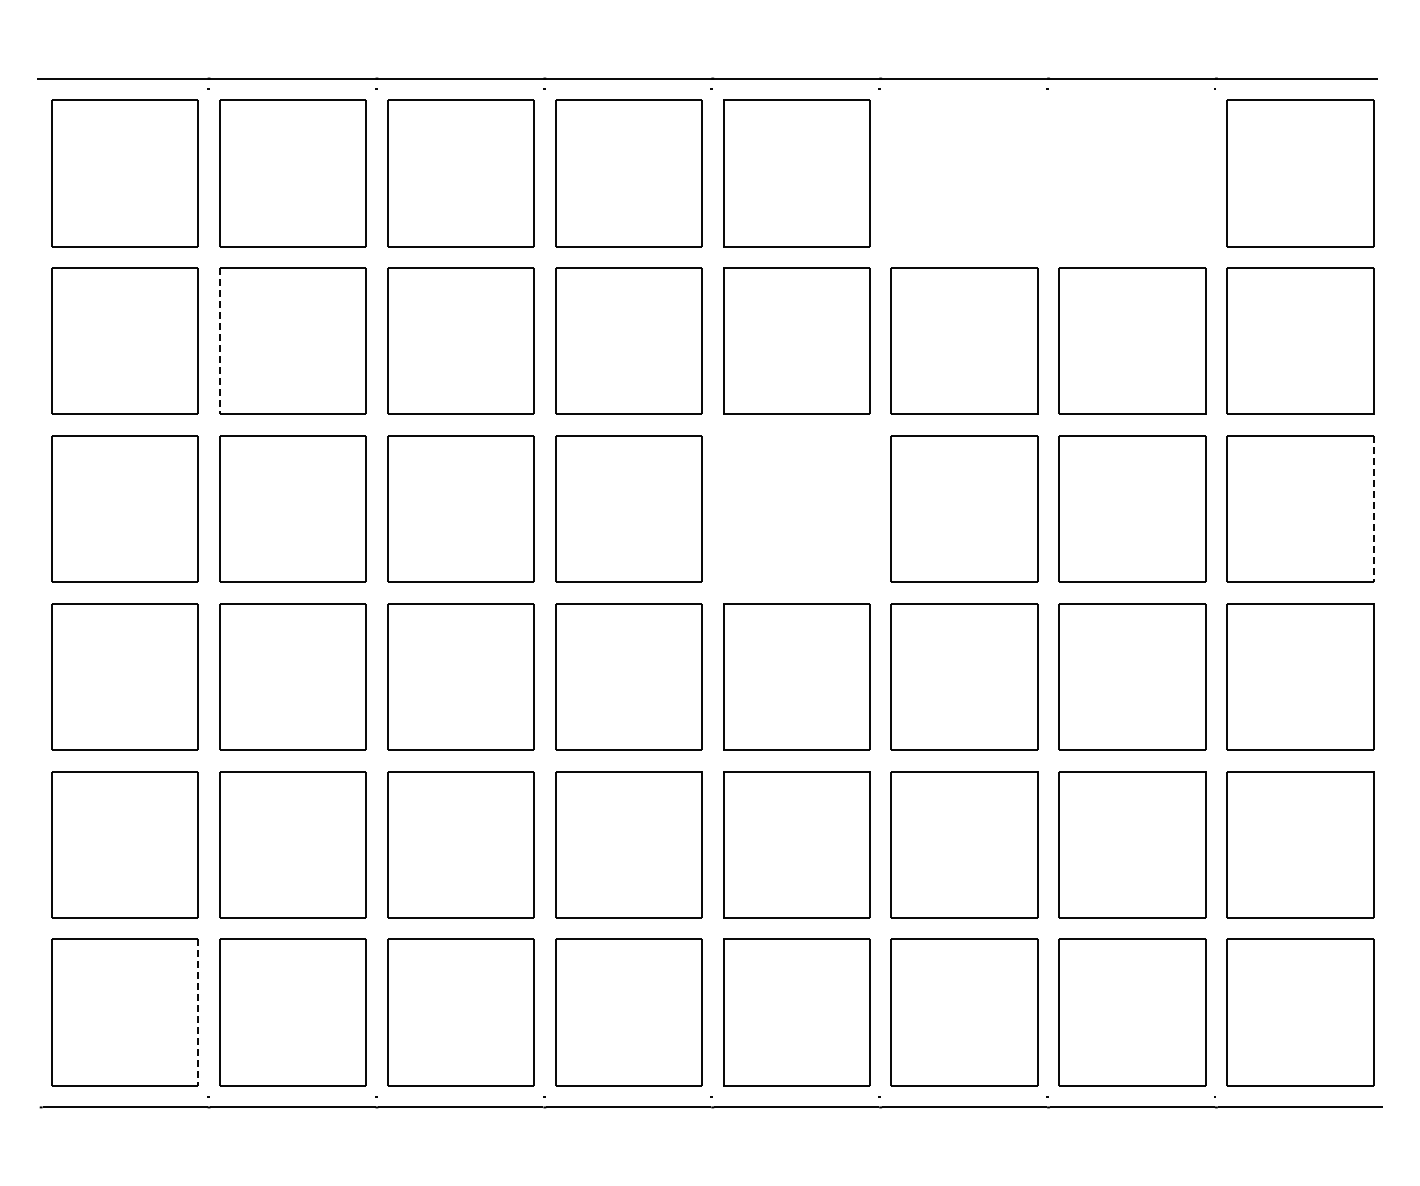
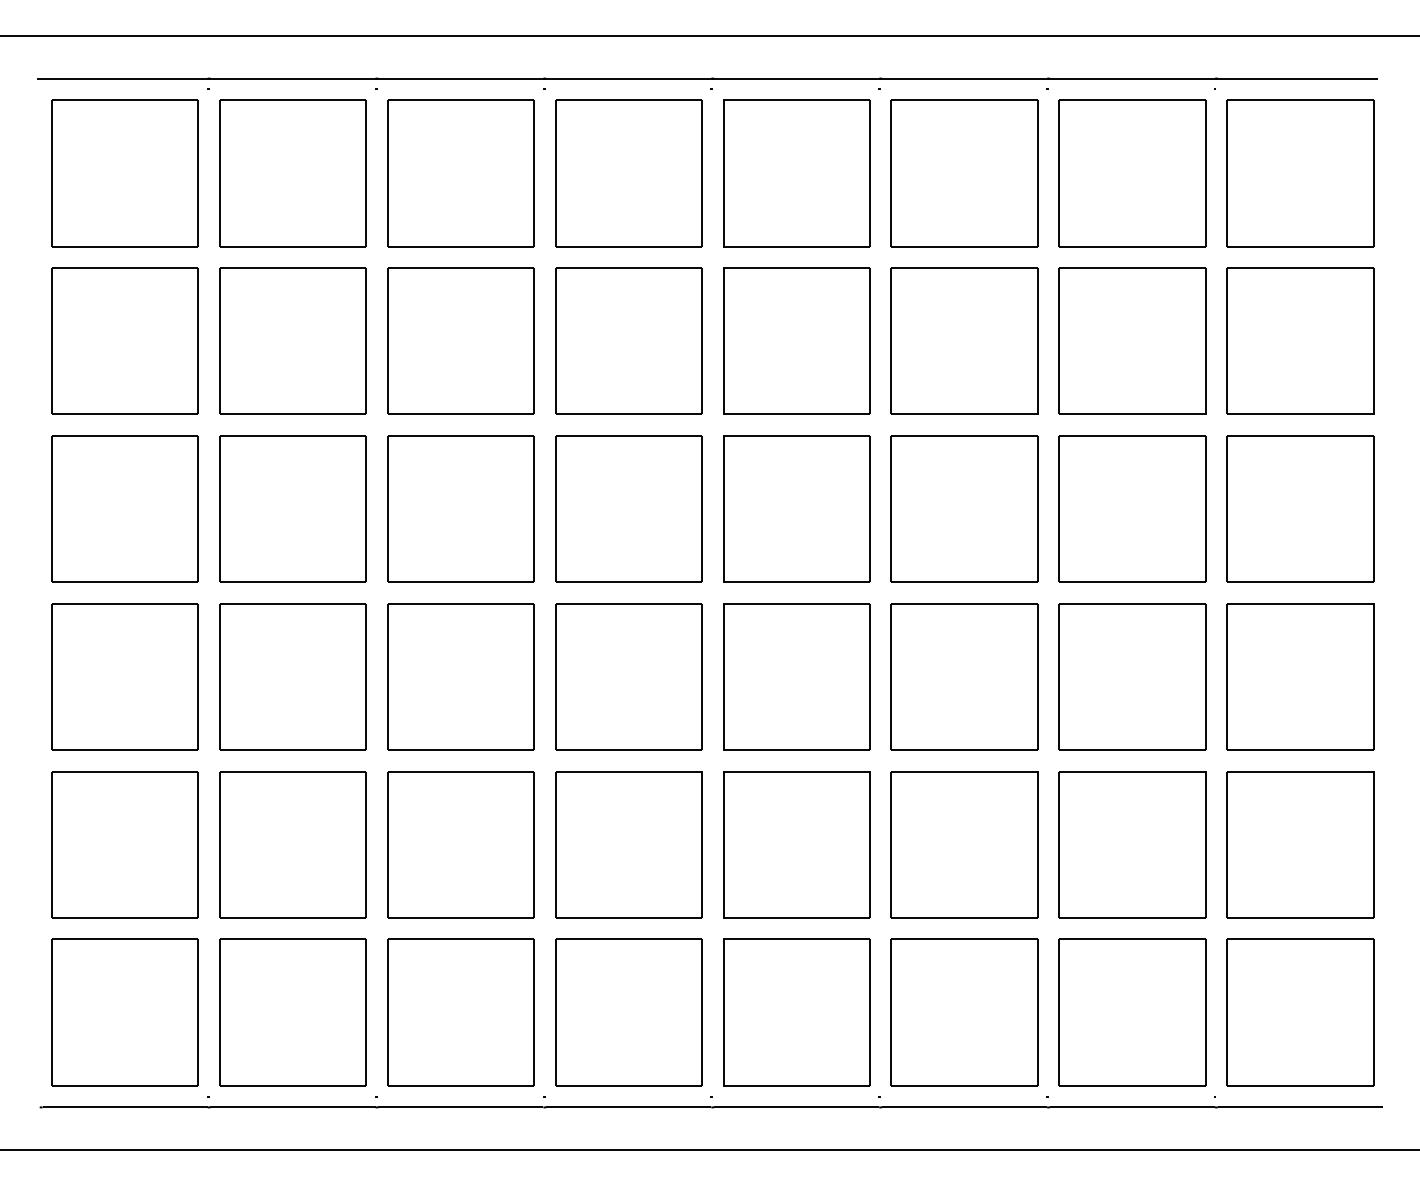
line at (709, 35): none -> present
part at (964, 173): none -> present
part at (1132, 173): none -> present
line at (219, 341): dashed -> solid
part at (796, 508): none -> present
line at (1373, 509): dashed -> solid
line at (198, 1013): dashed -> solid
line at (709, 1150): none -> present
